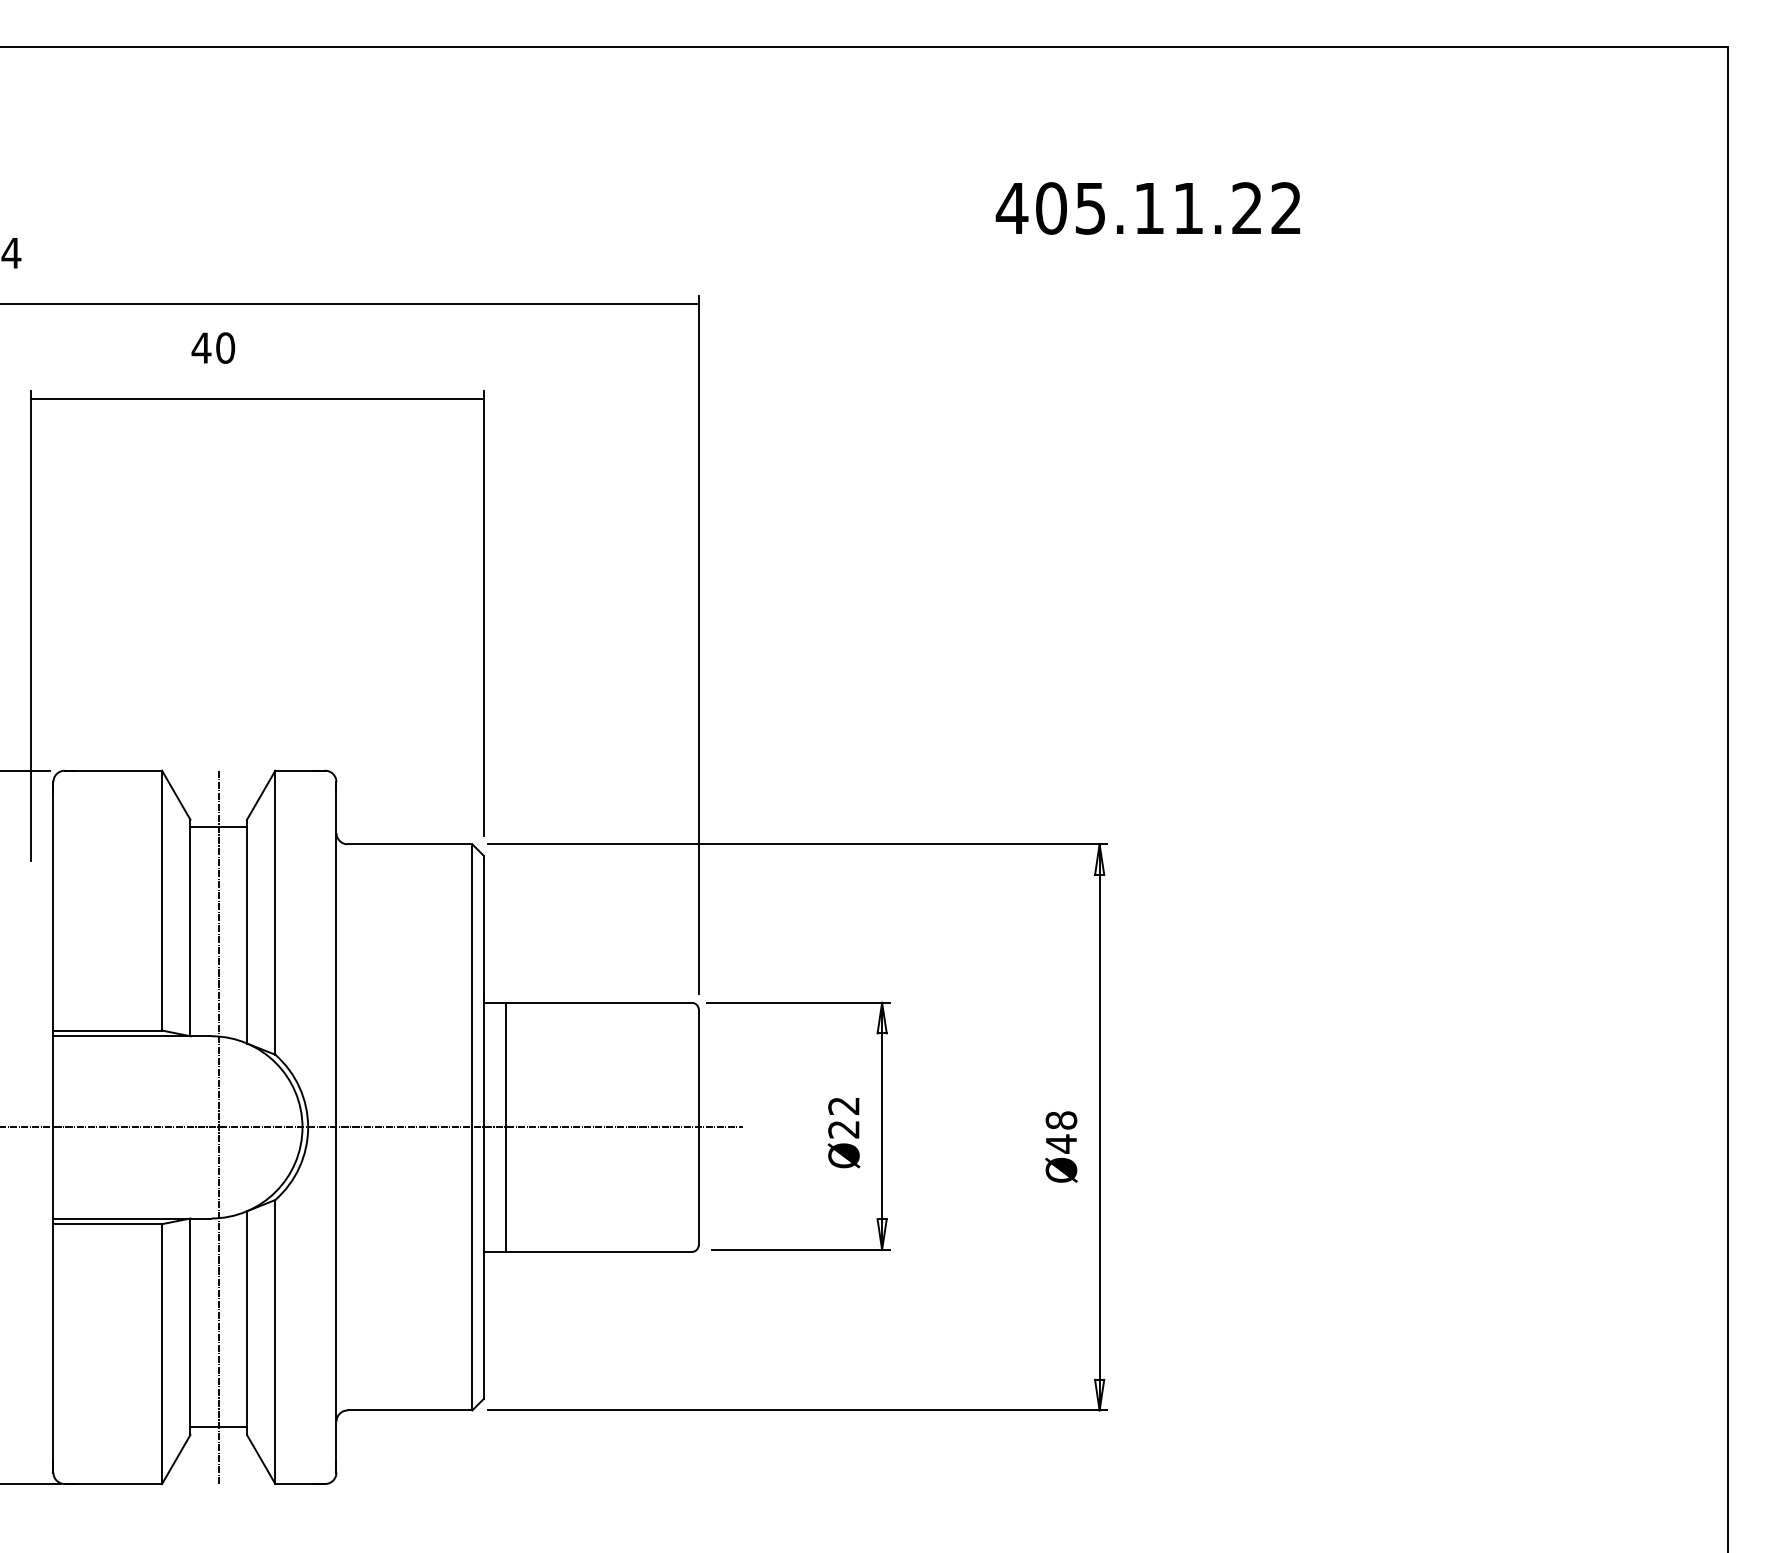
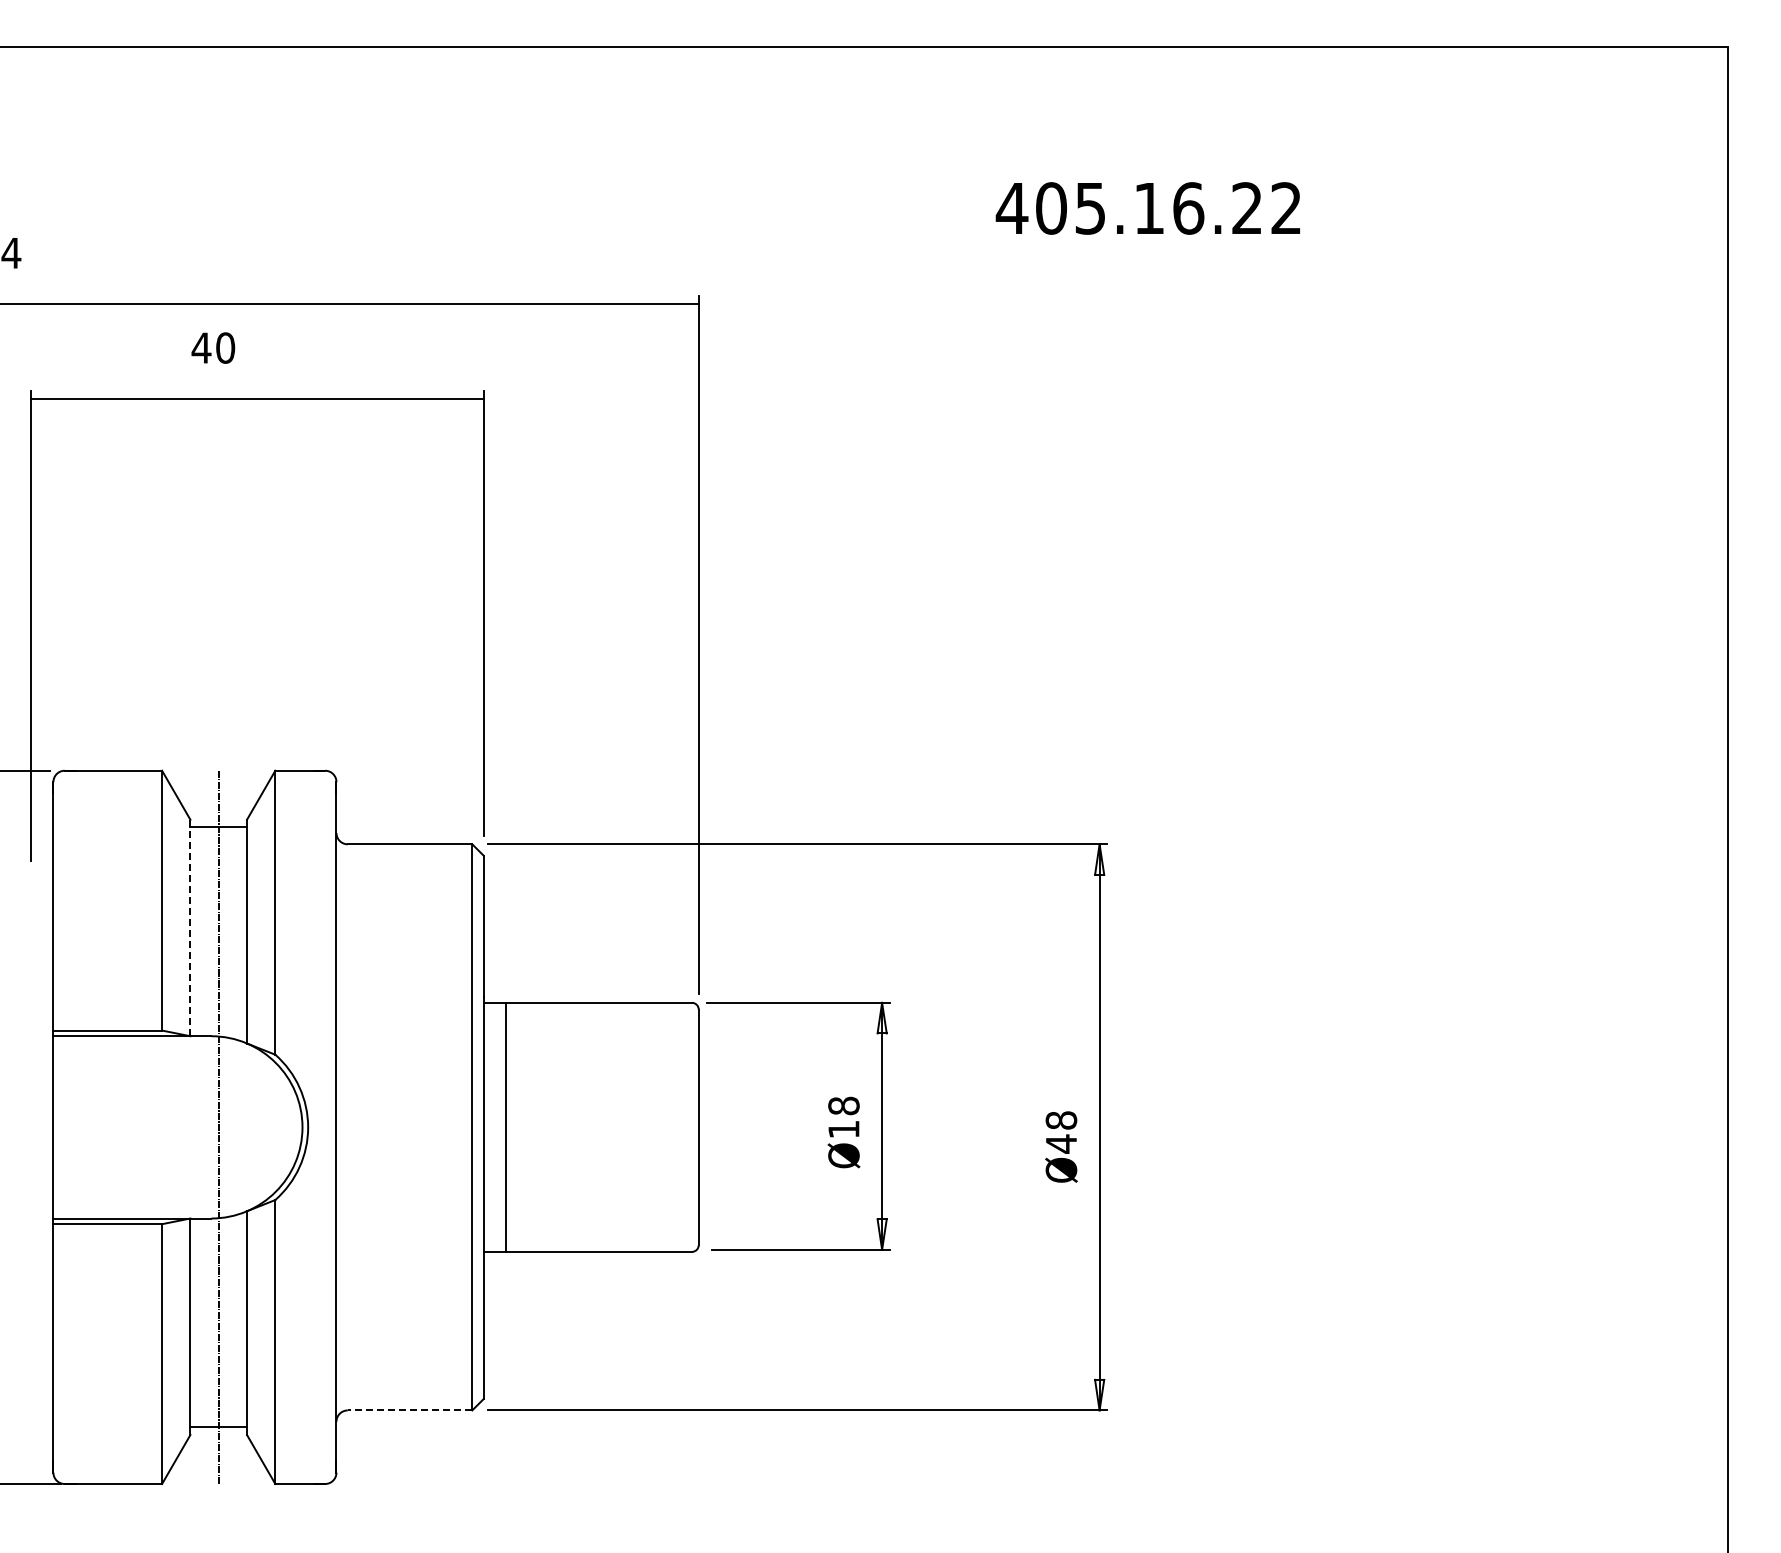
text at (1188, 208): 405.11.22 -> 405.16.22
line at (190, 928): solid -> dashed
text at (843, 1117): Ø22 -> Ø18
line at (372, 1127): present -> none
line at (409, 1410): solid -> dashed
